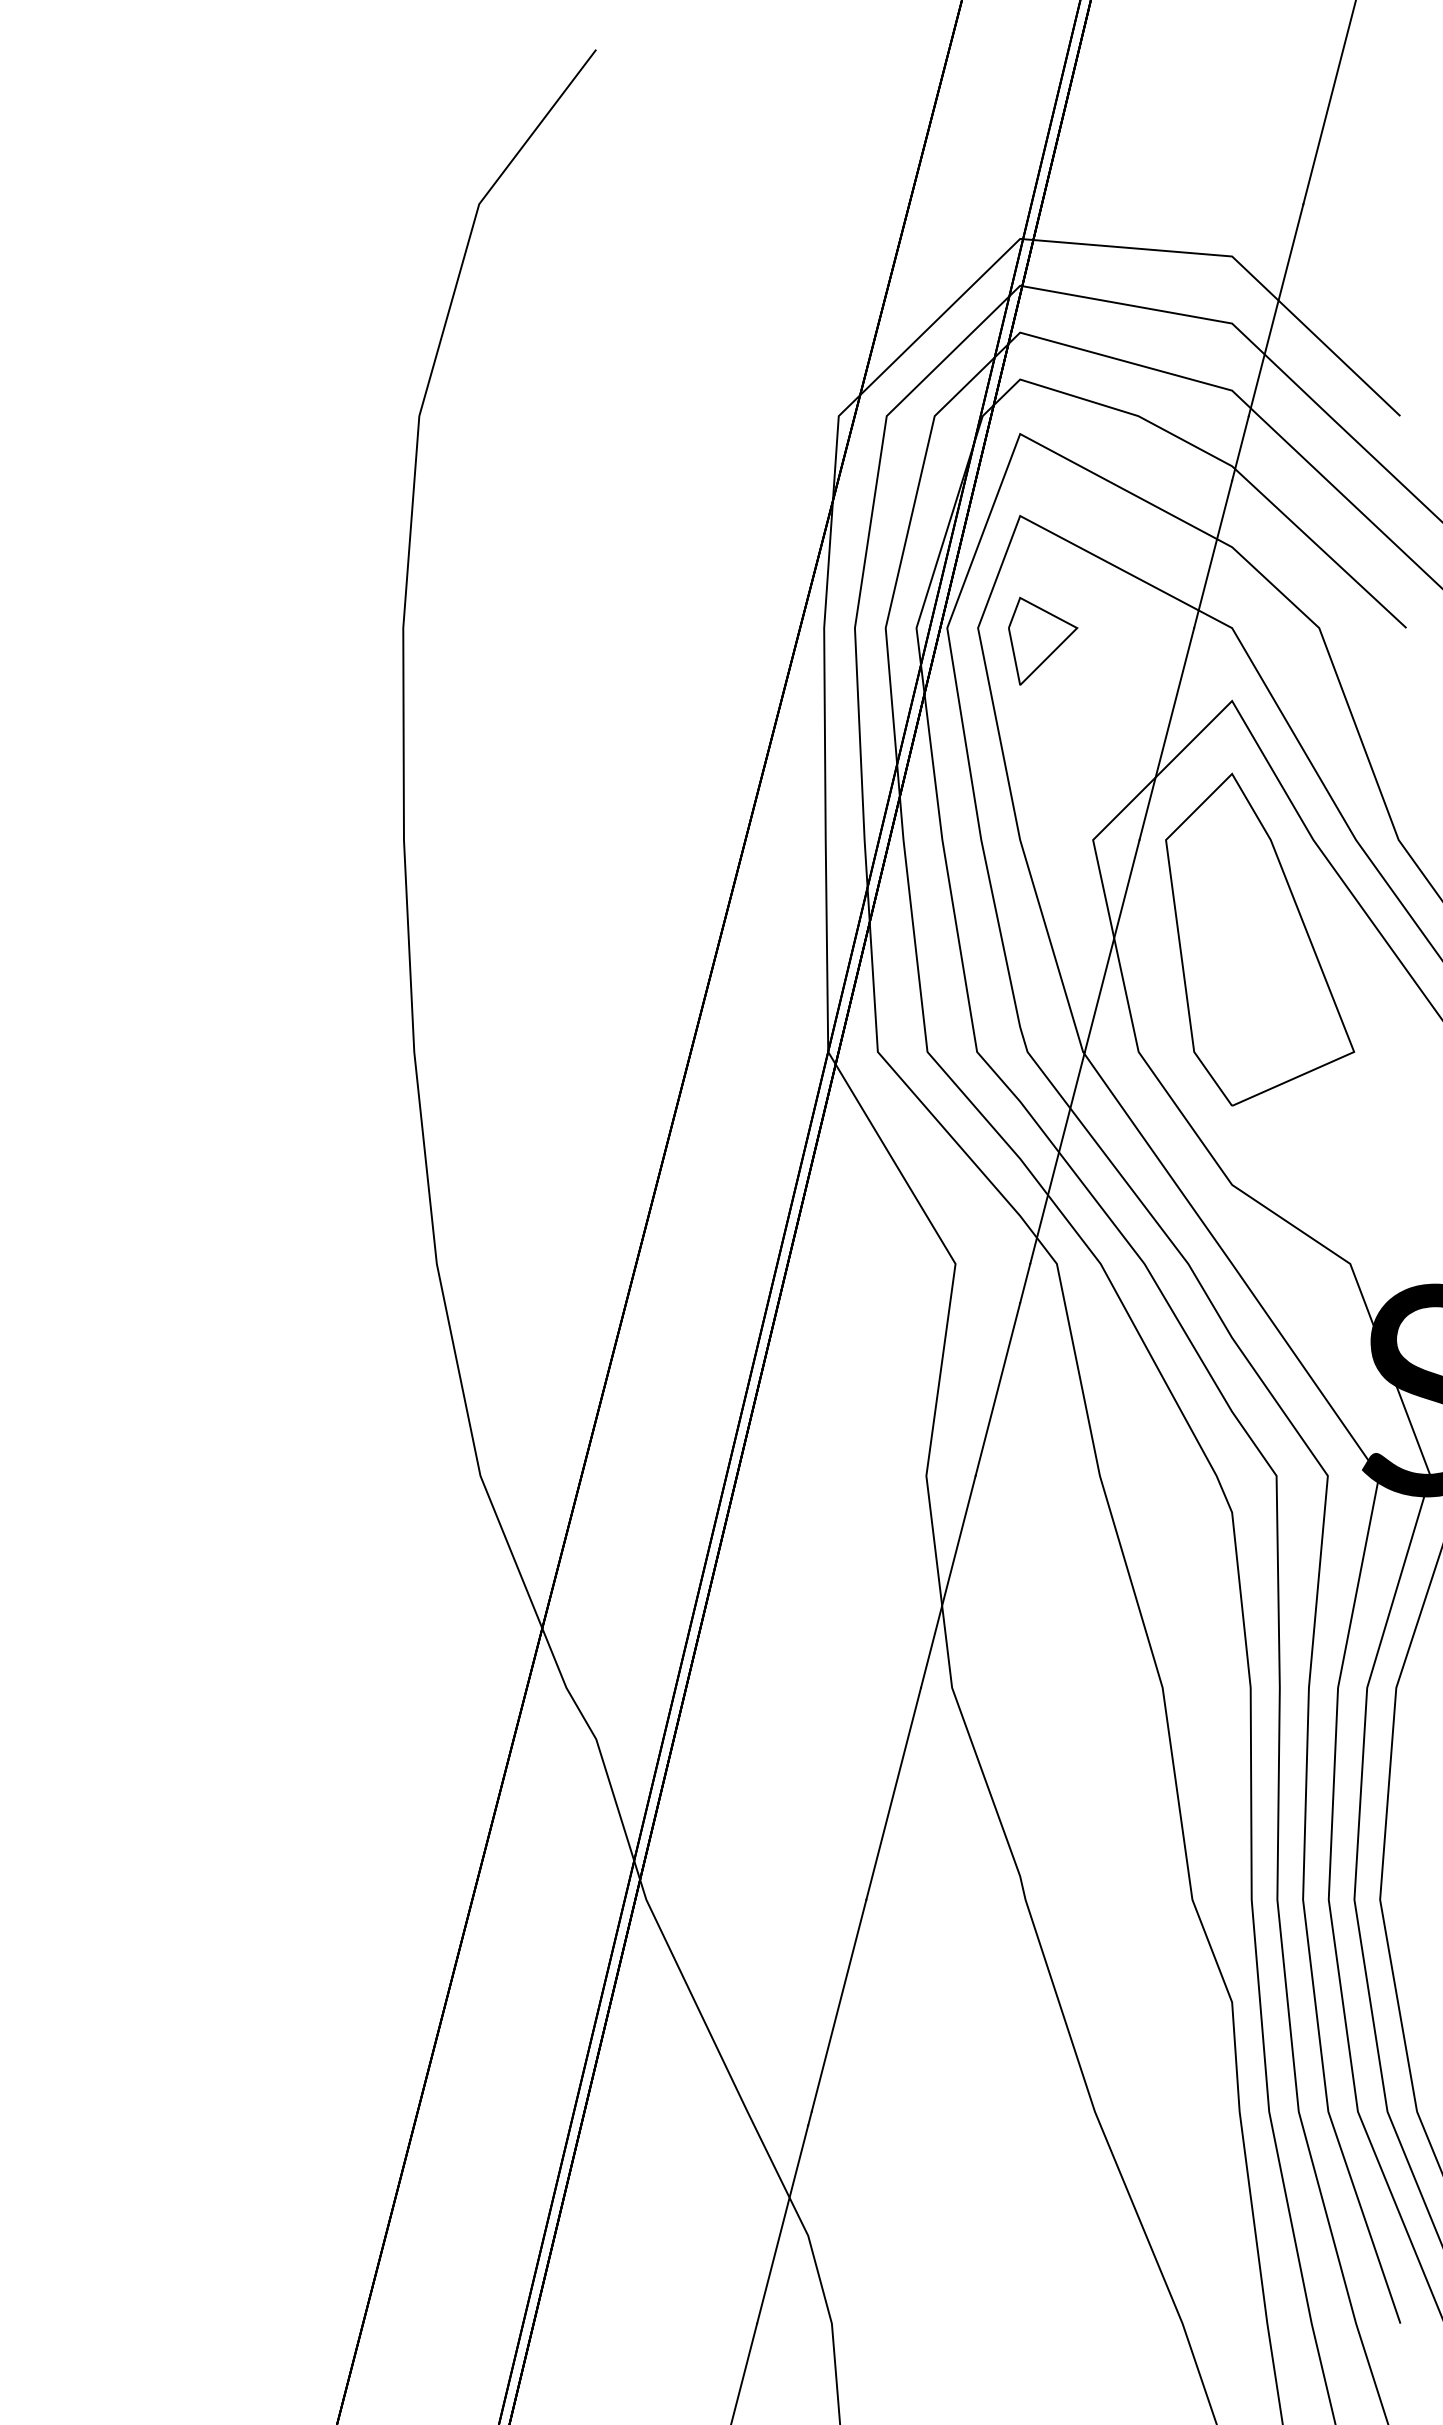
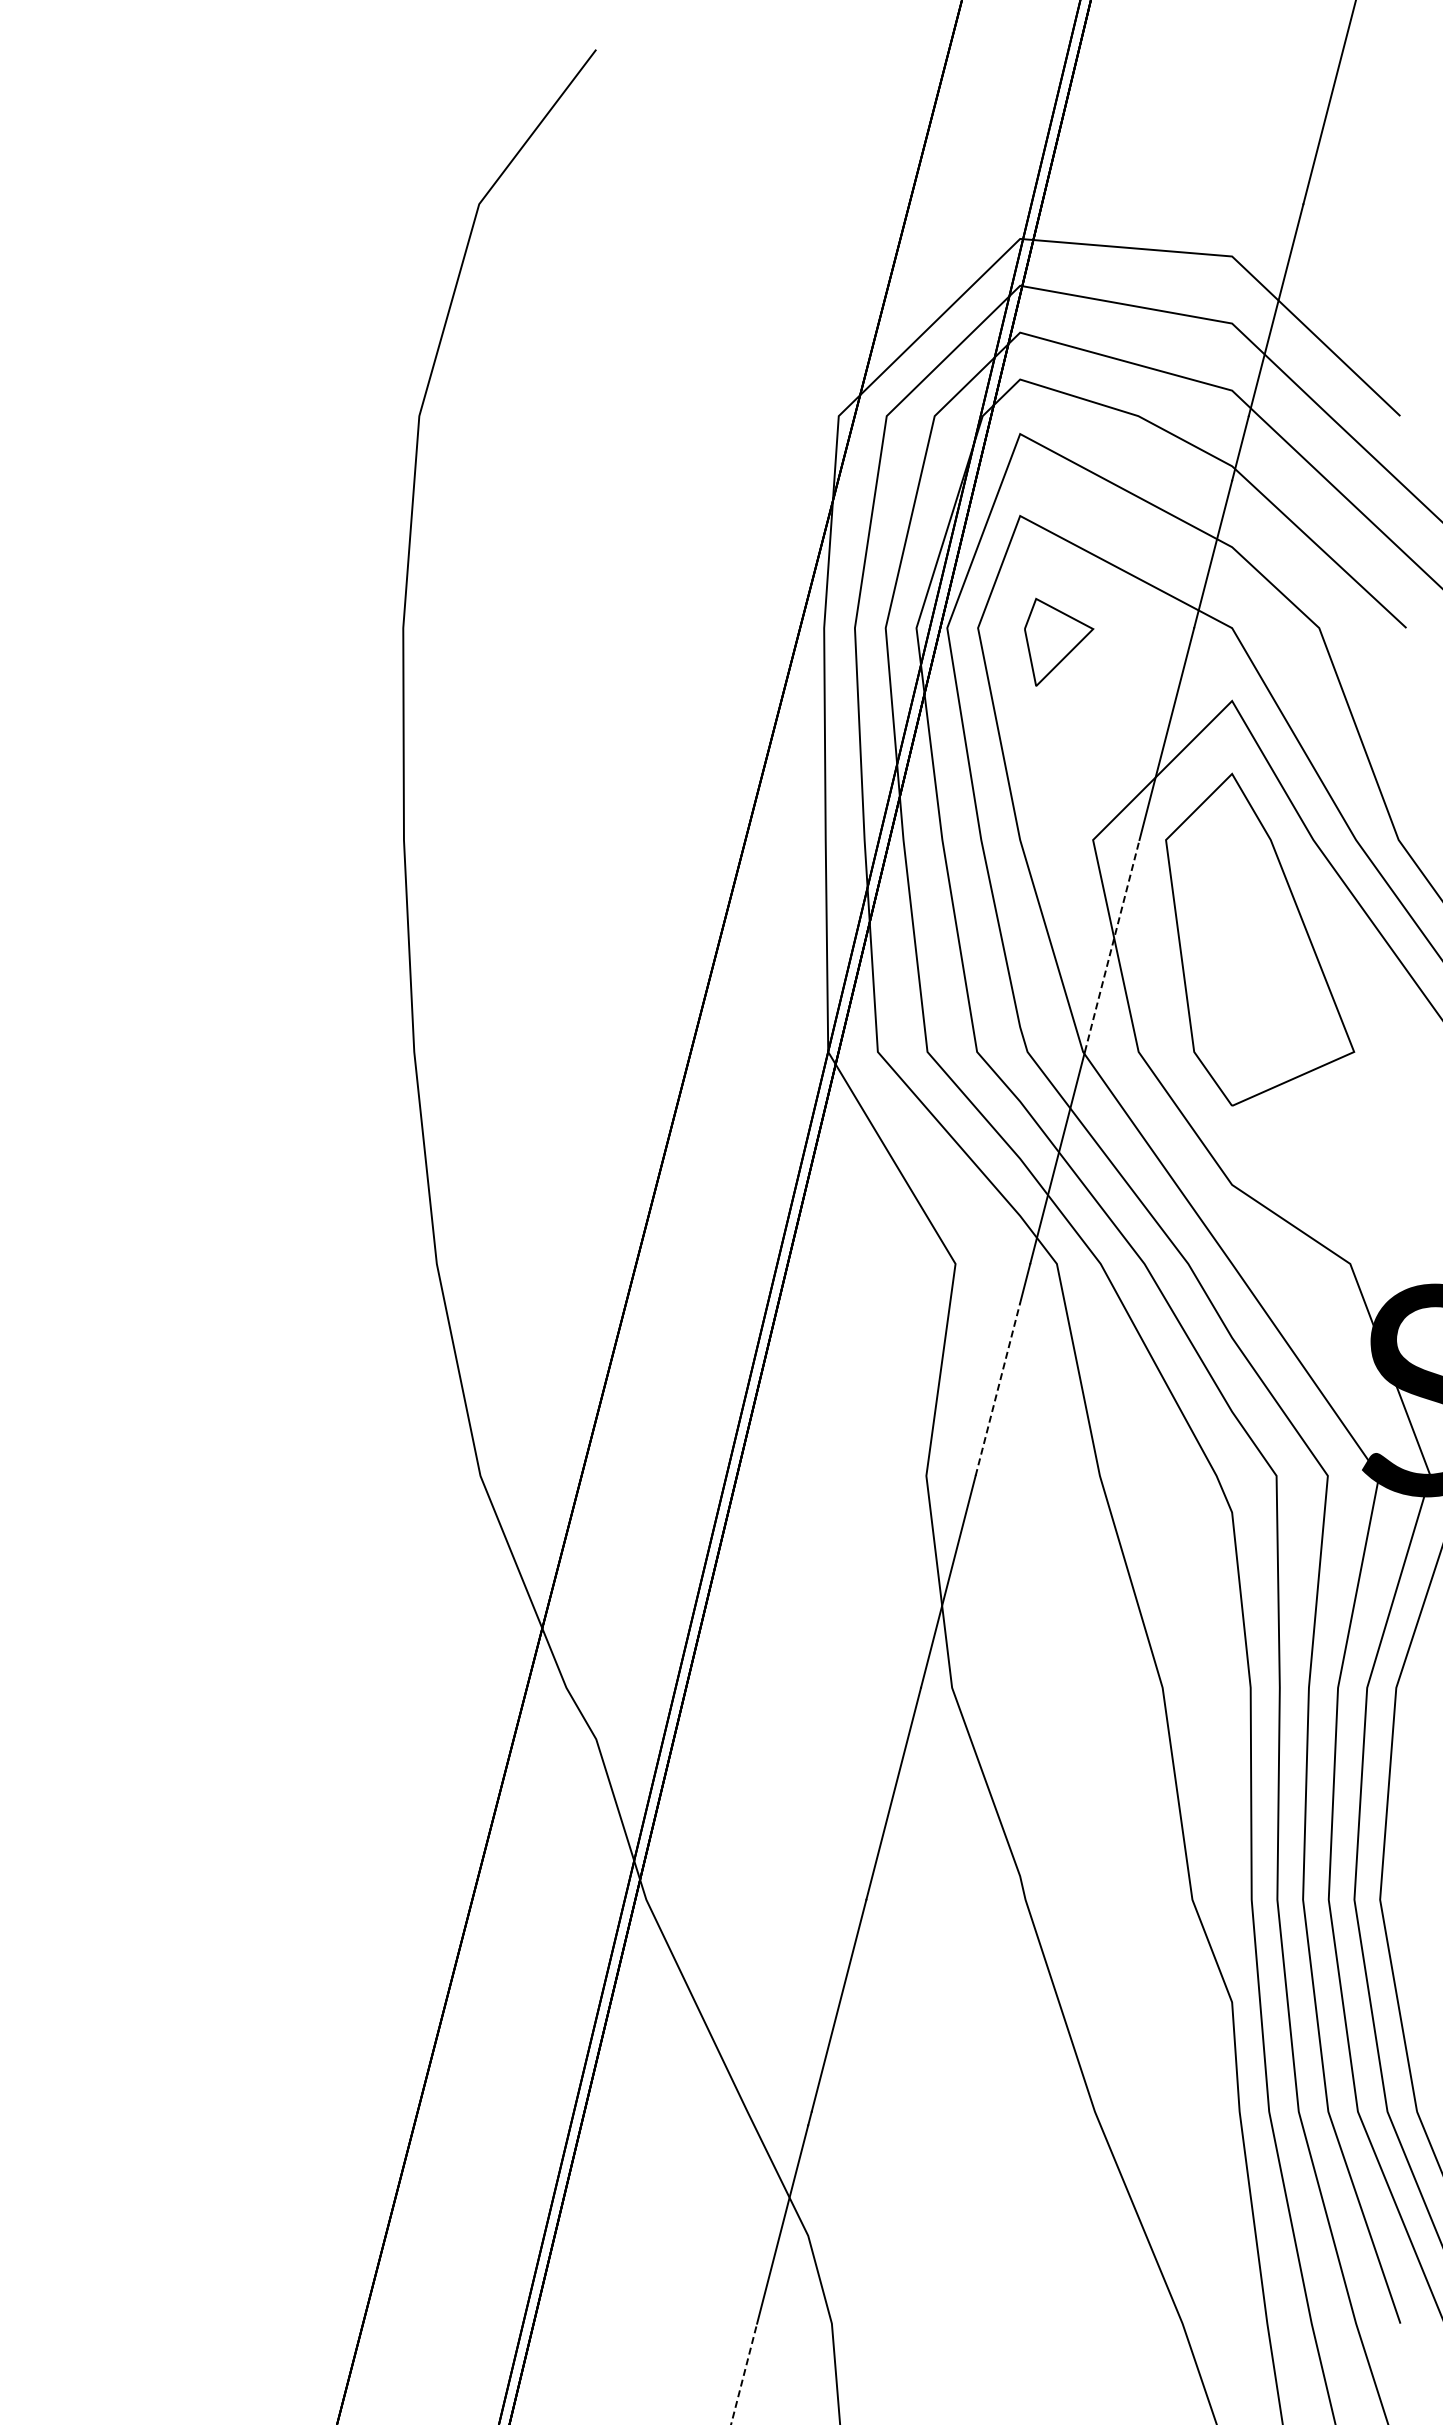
part at (1043, 640) position: (1043, 640) -> (1059, 641)
line at (1112, 945): solid -> dashed
line at (998, 1389): solid -> dashed
line at (744, 2374): solid -> dashed
